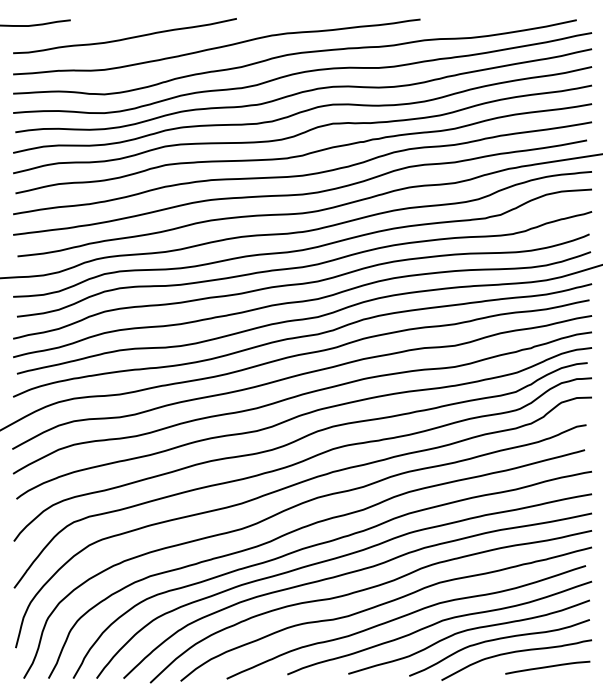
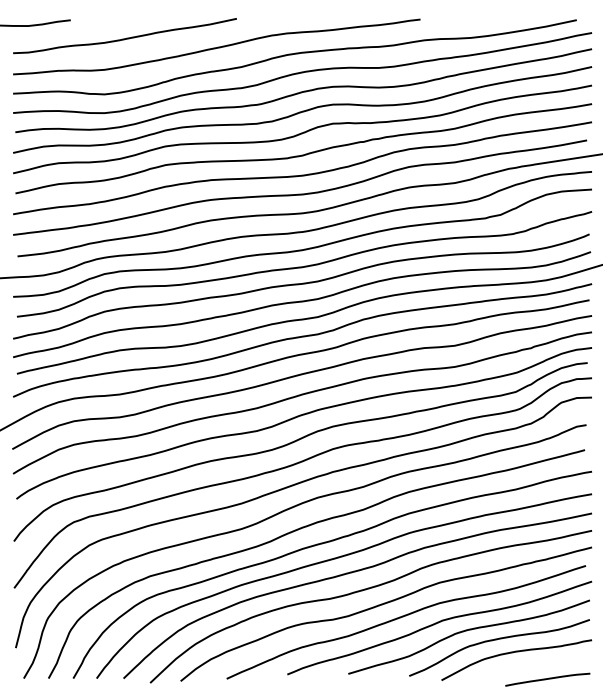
line at (547, 667) position: (547, 667) -> (547, 679)
